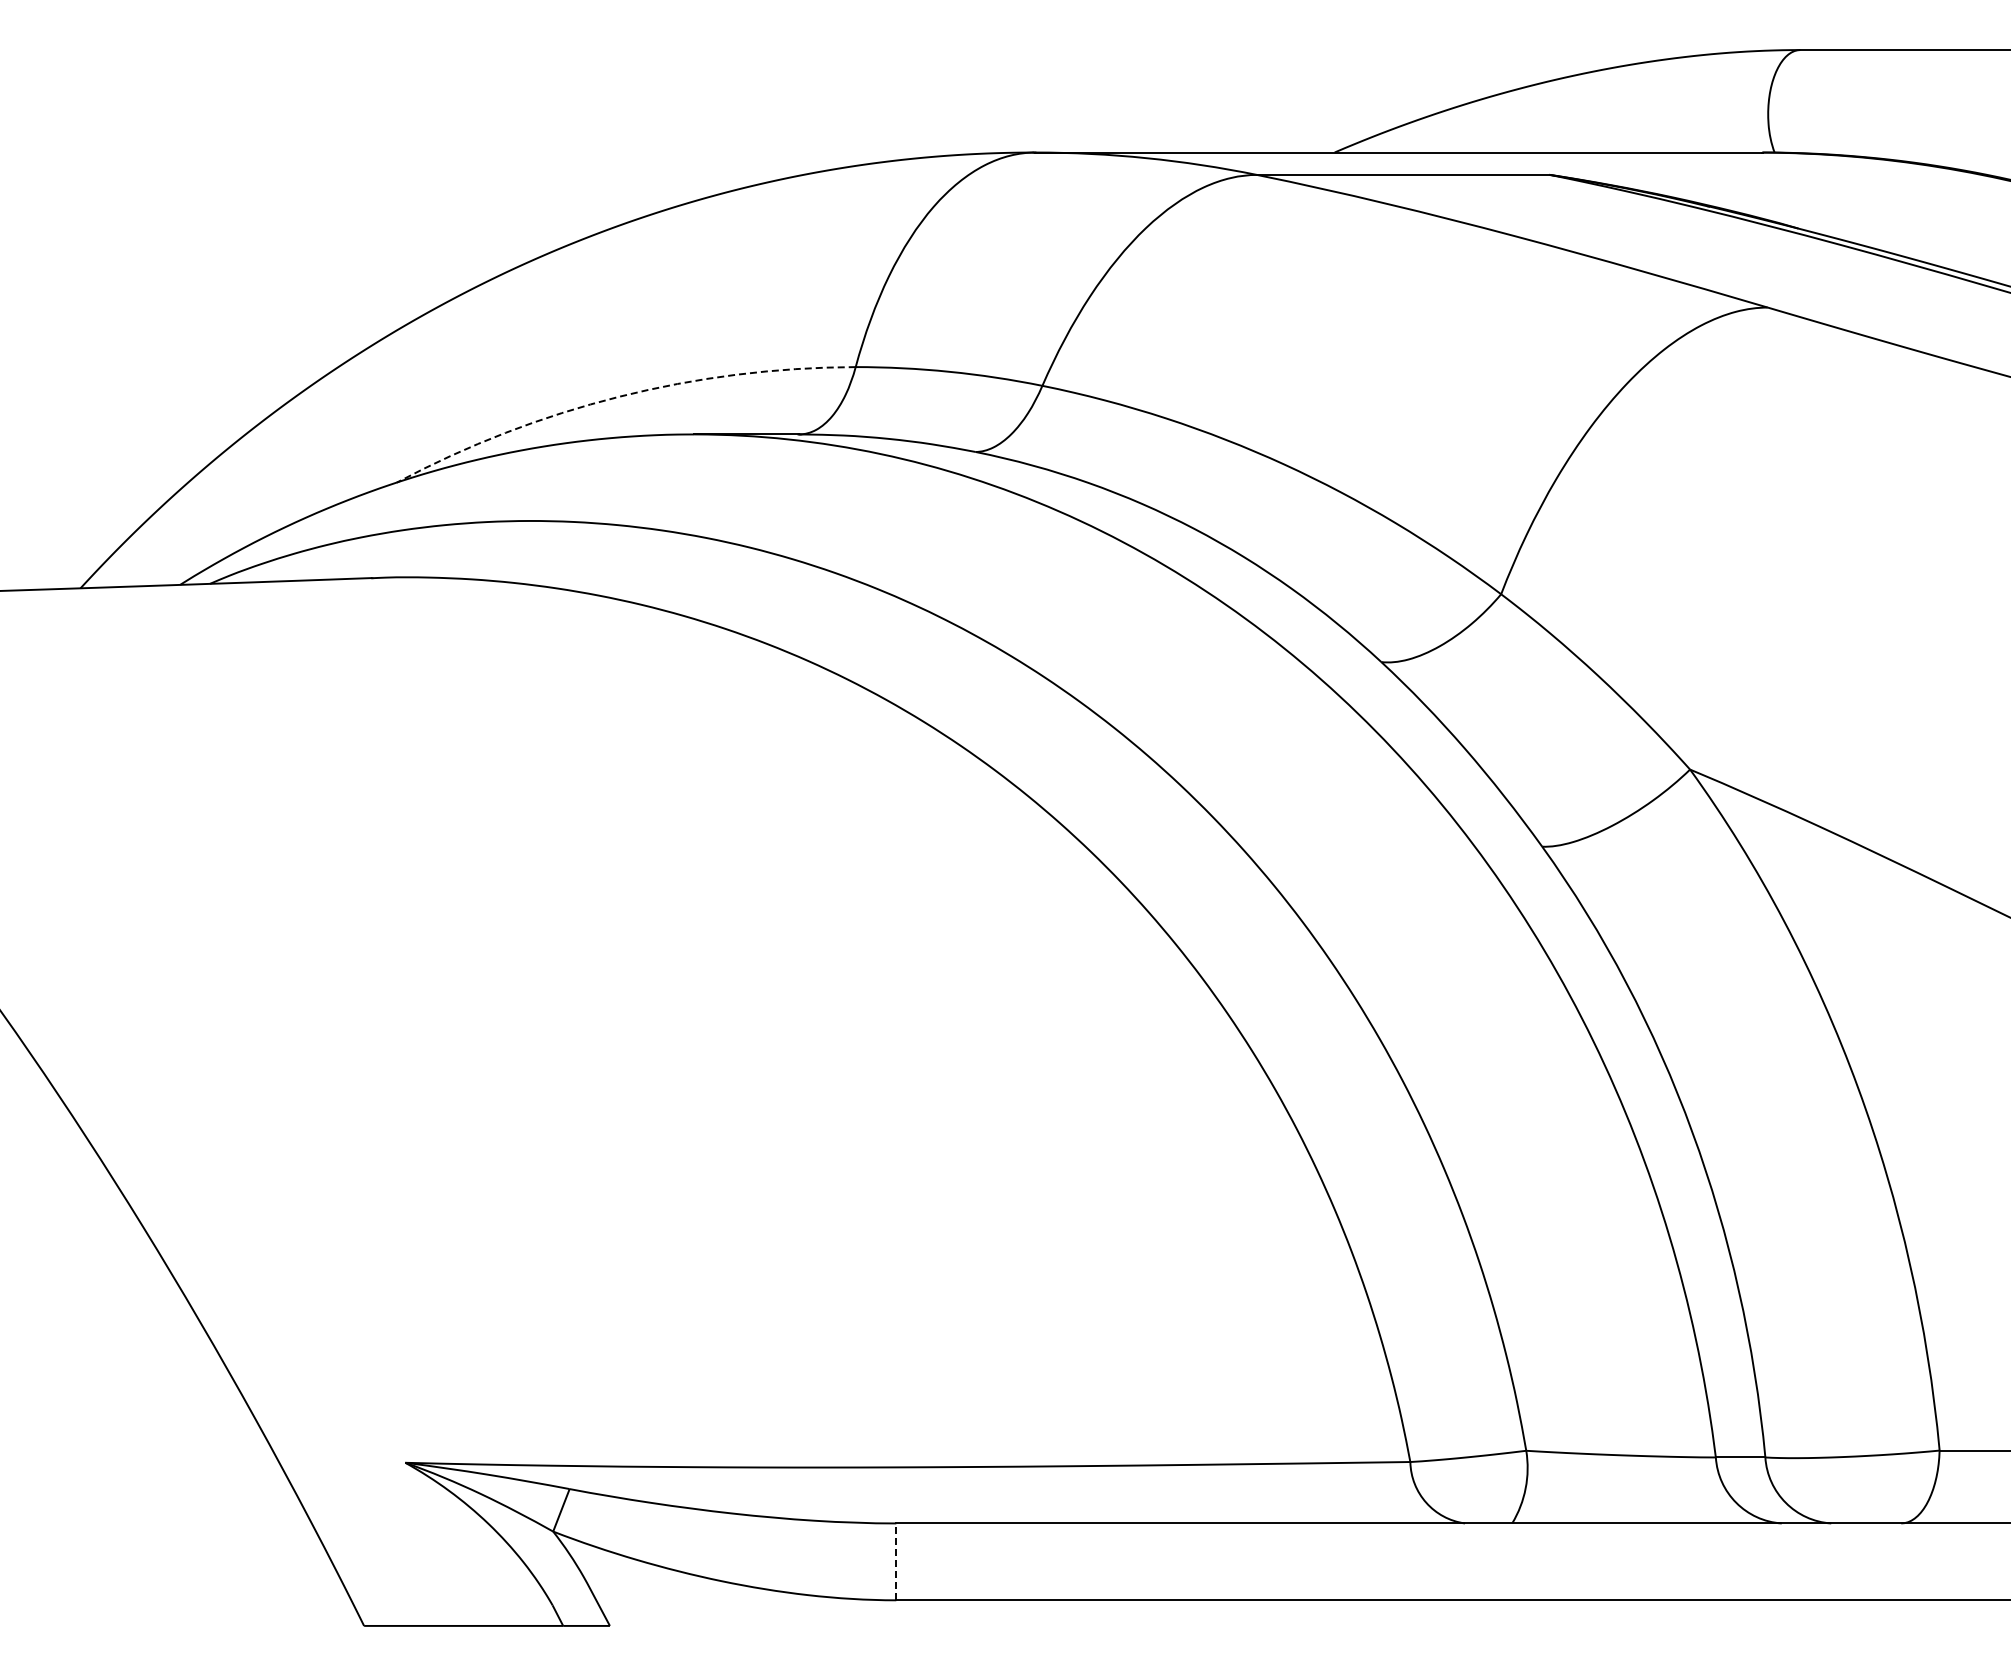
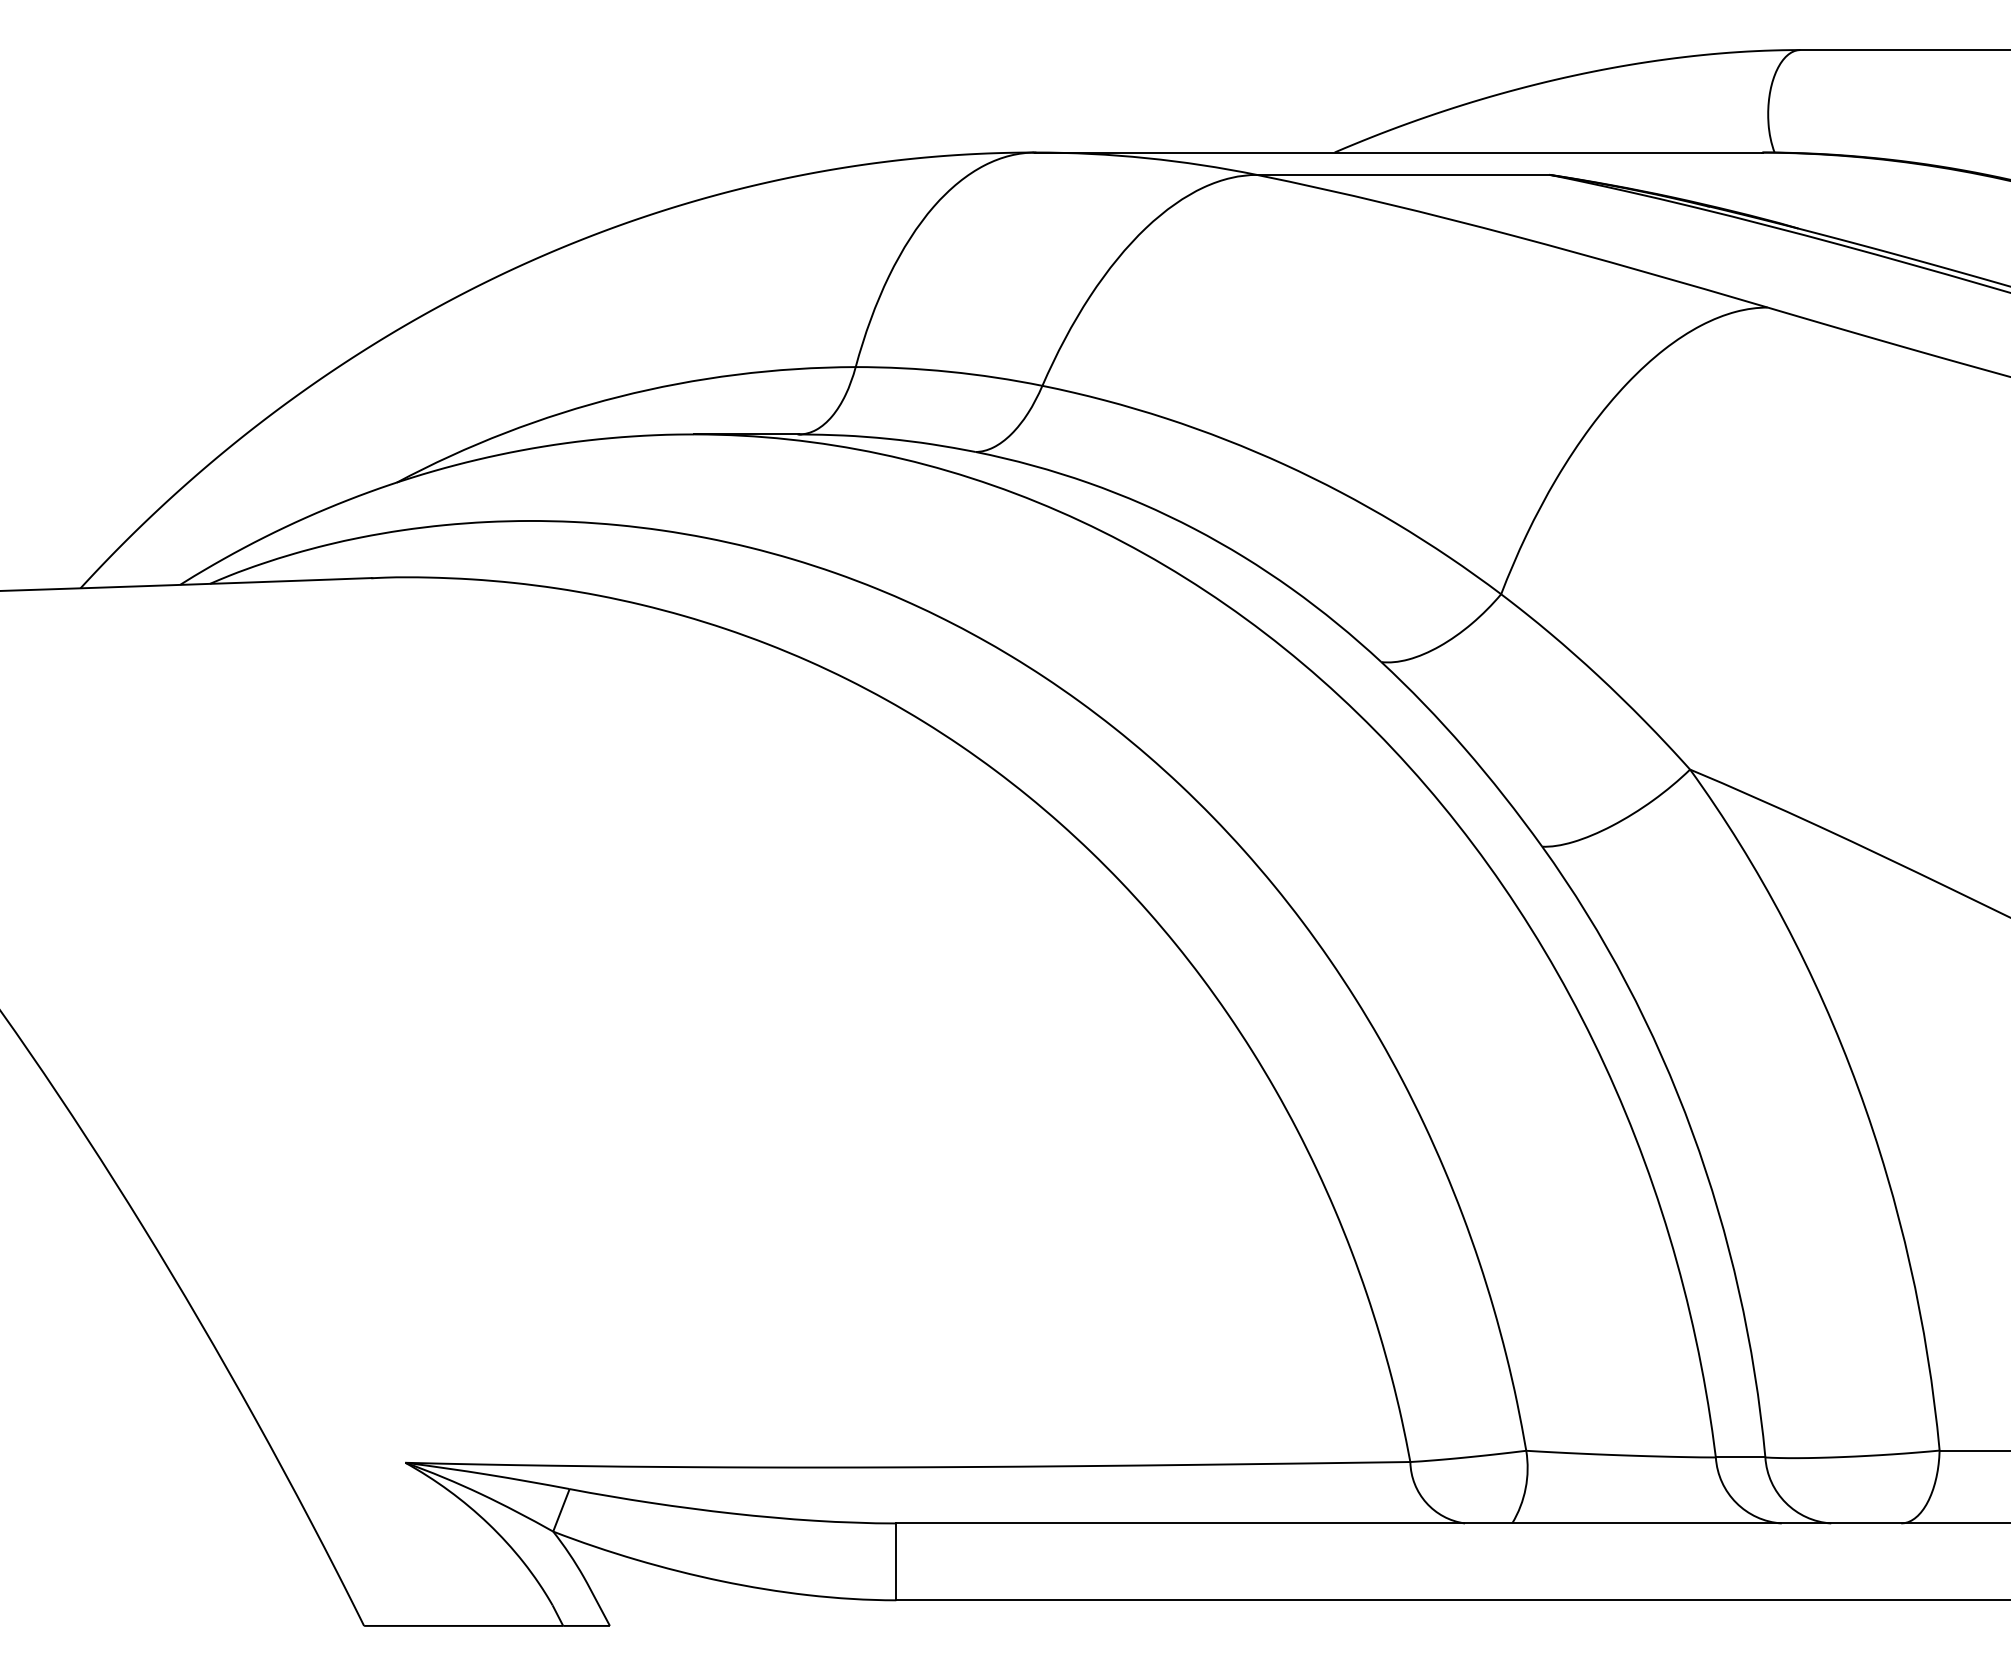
arc at (619, 396): dashed -> solid
line at (896, 1561): dashed -> solid
